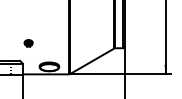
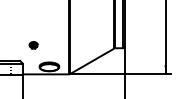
part at (28, 43) position: (28, 43) -> (33, 45)
